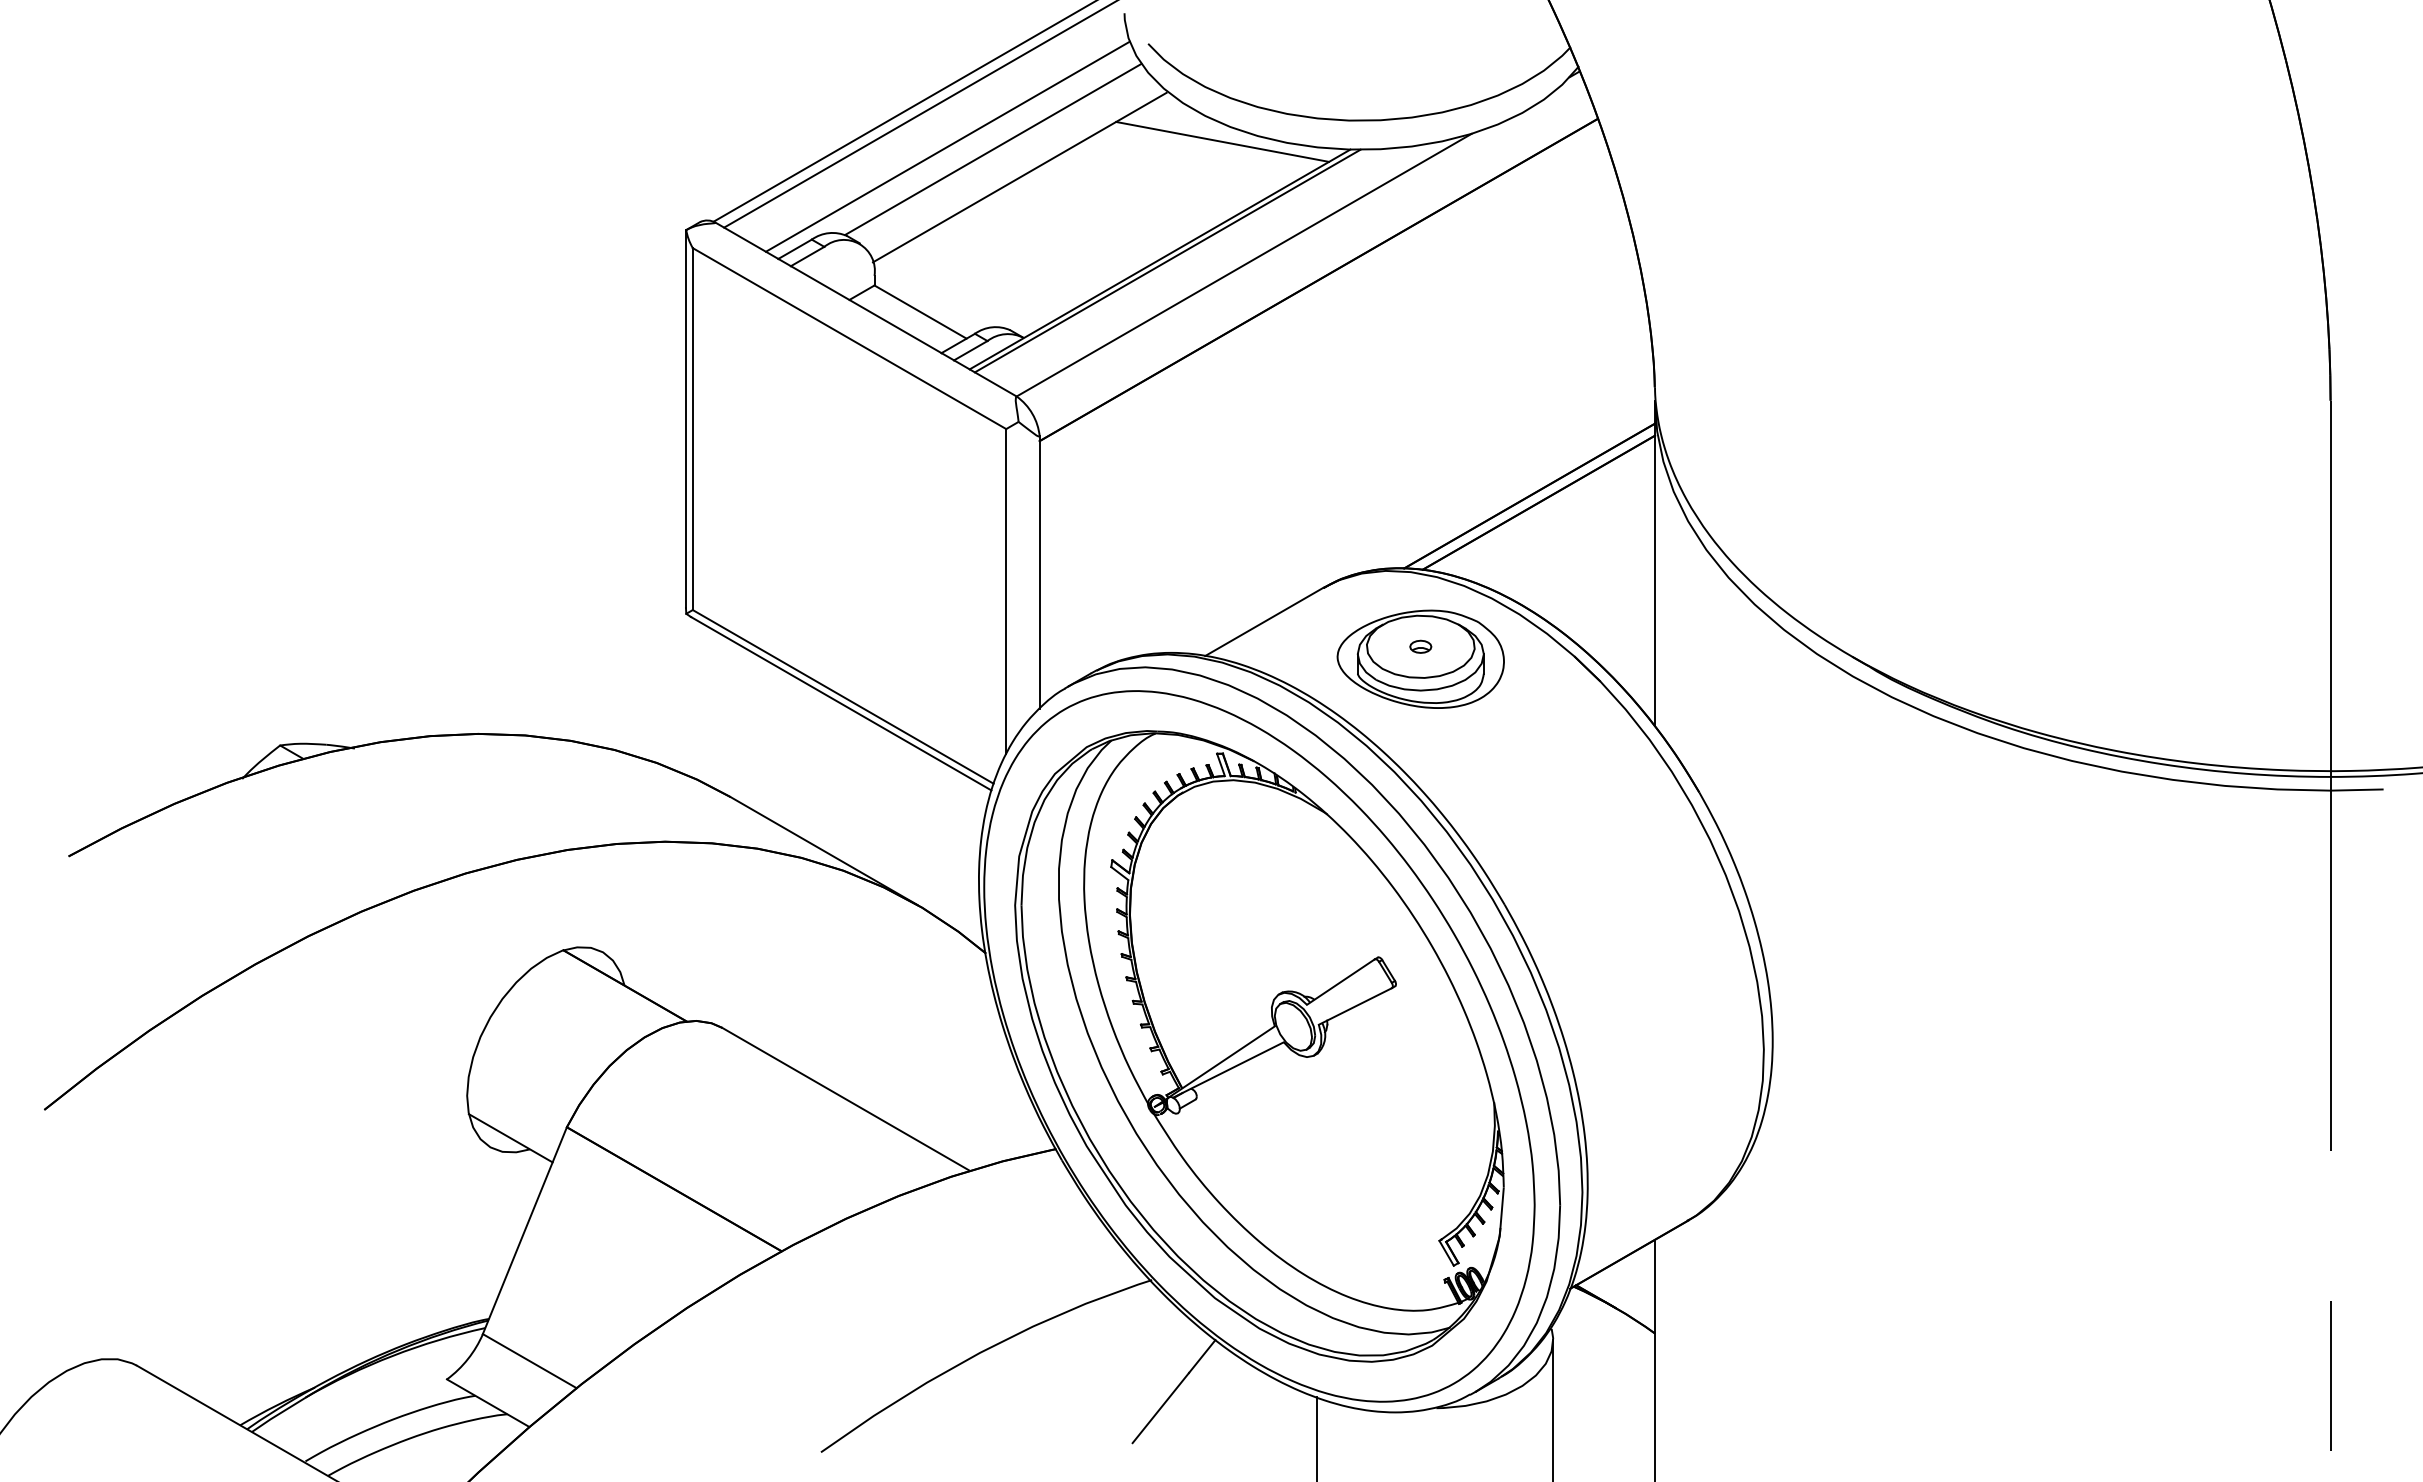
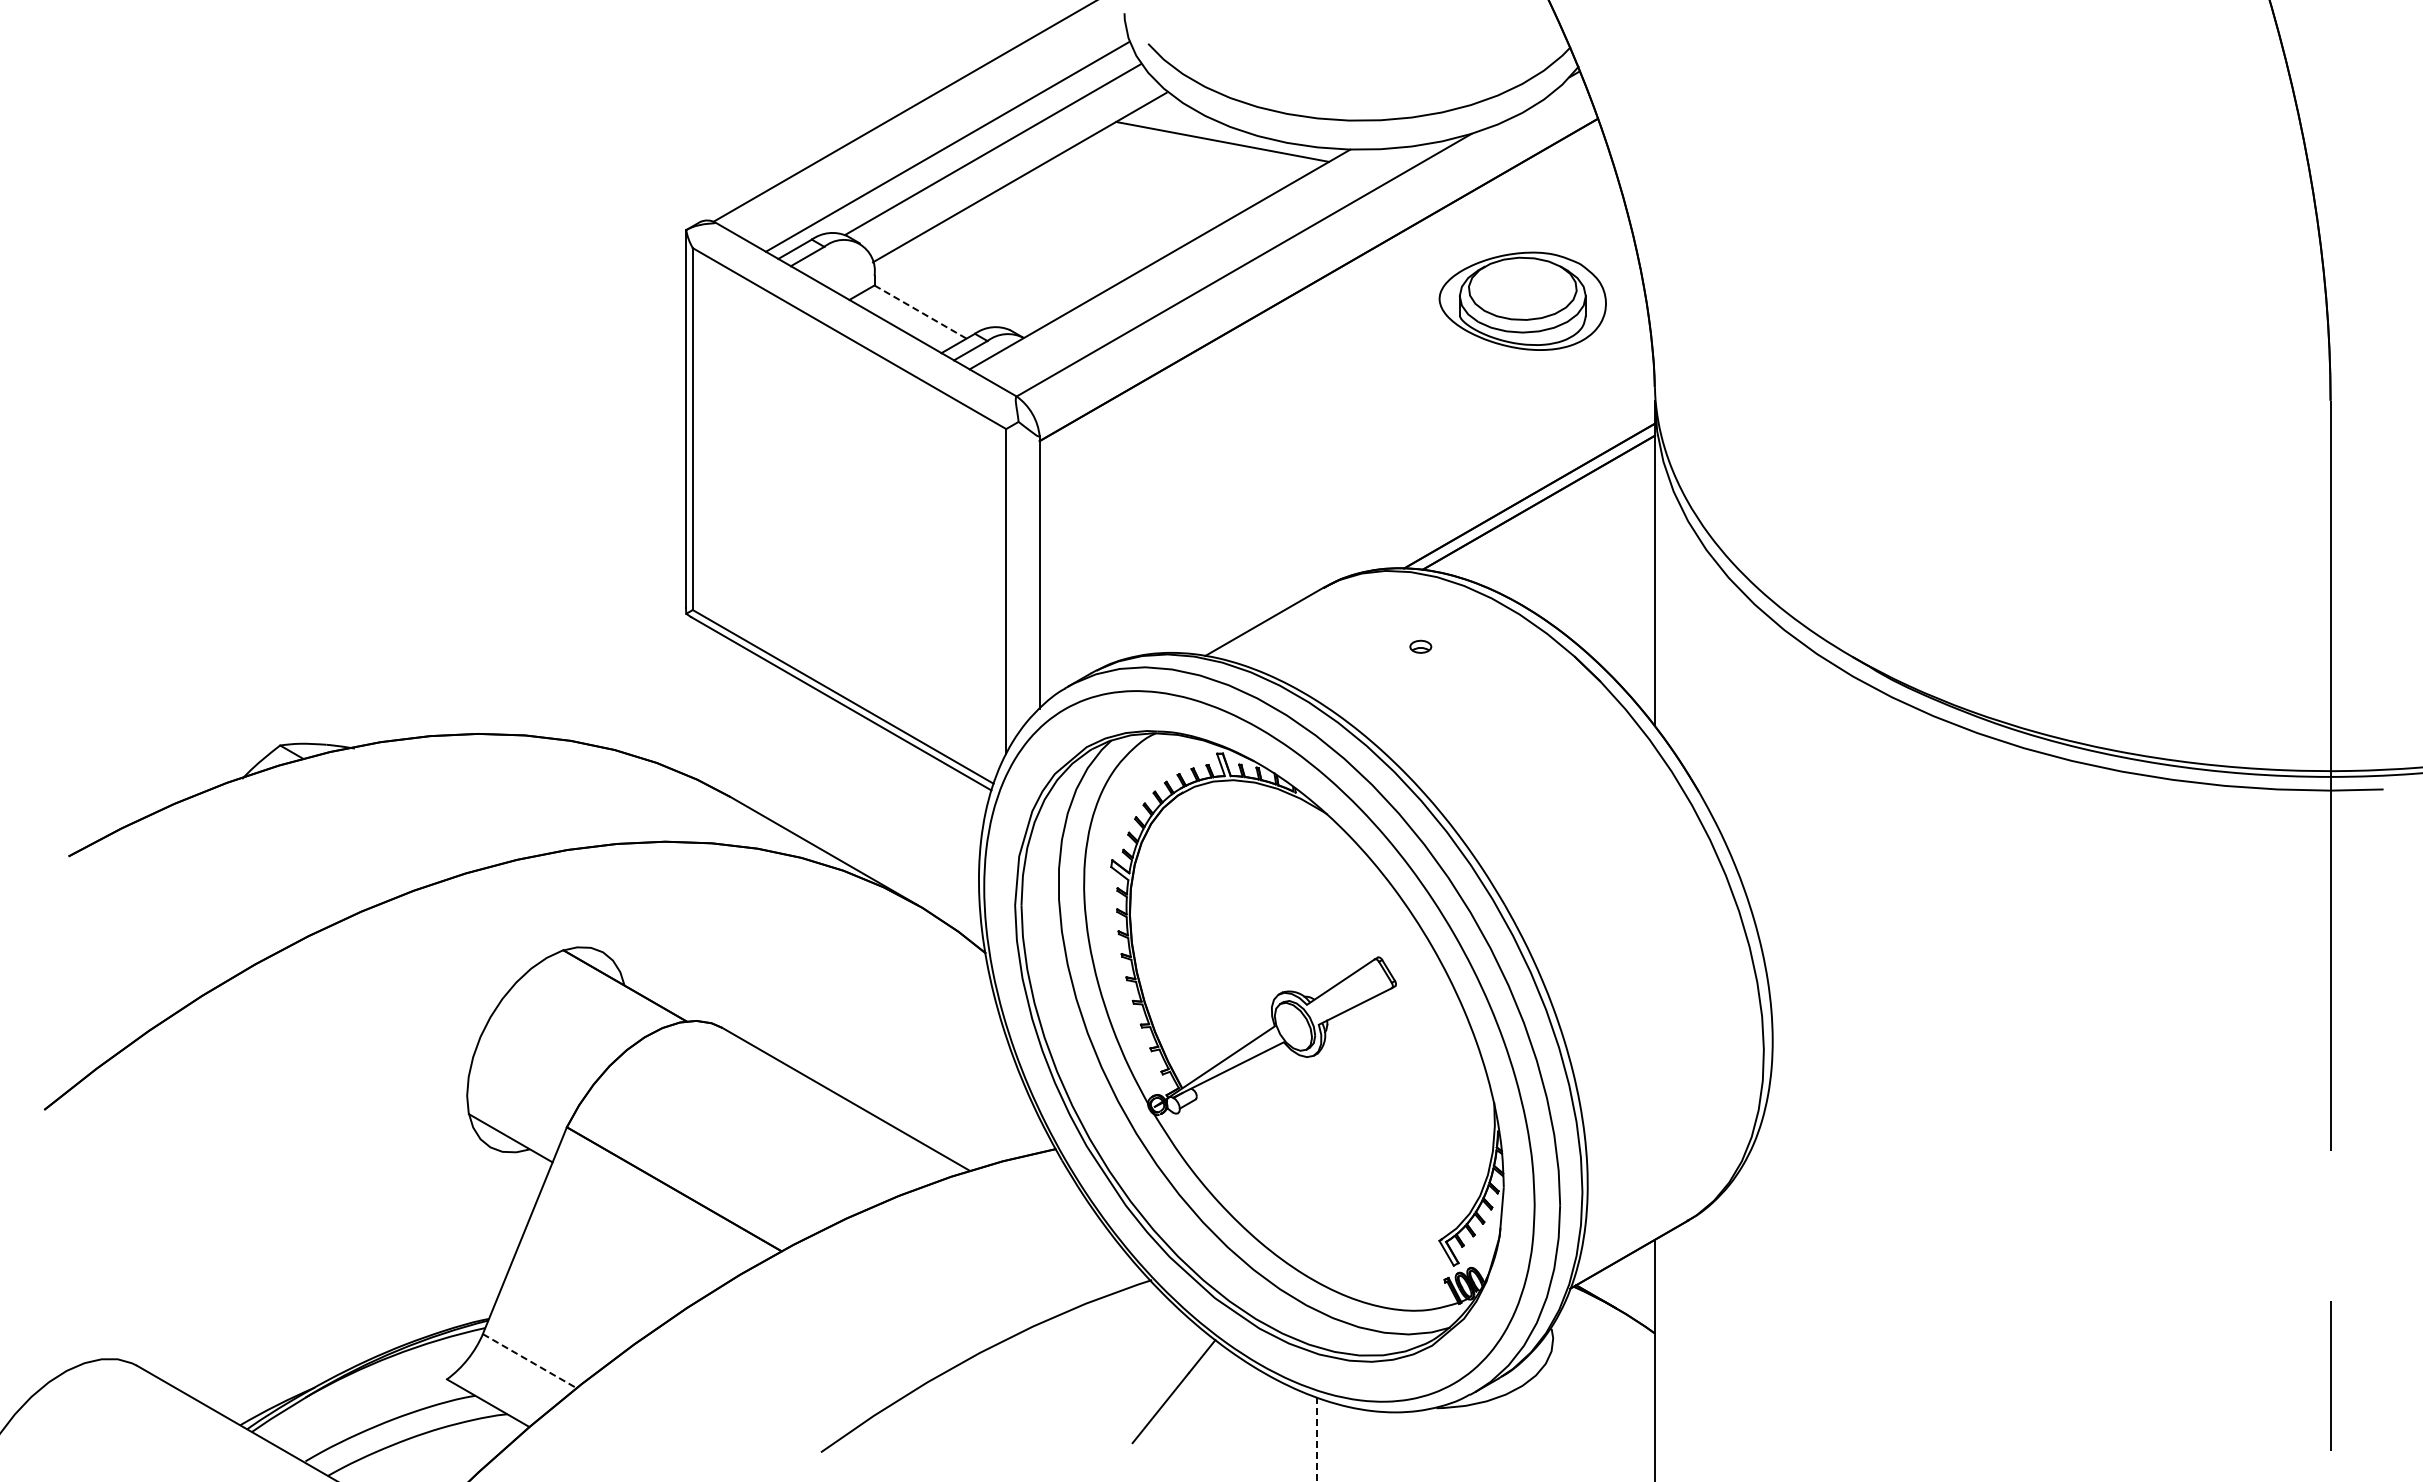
line at (919, 114): present -> none
line at (1167, 260): present -> none
line at (921, 312): solid -> dashed
part at (1420, 658) position: (1420, 658) -> (1522, 300)
line at (530, 1361): solid -> dashed
line at (1553, 1408): present -> none
line at (1316, 1439): solid -> dashed
